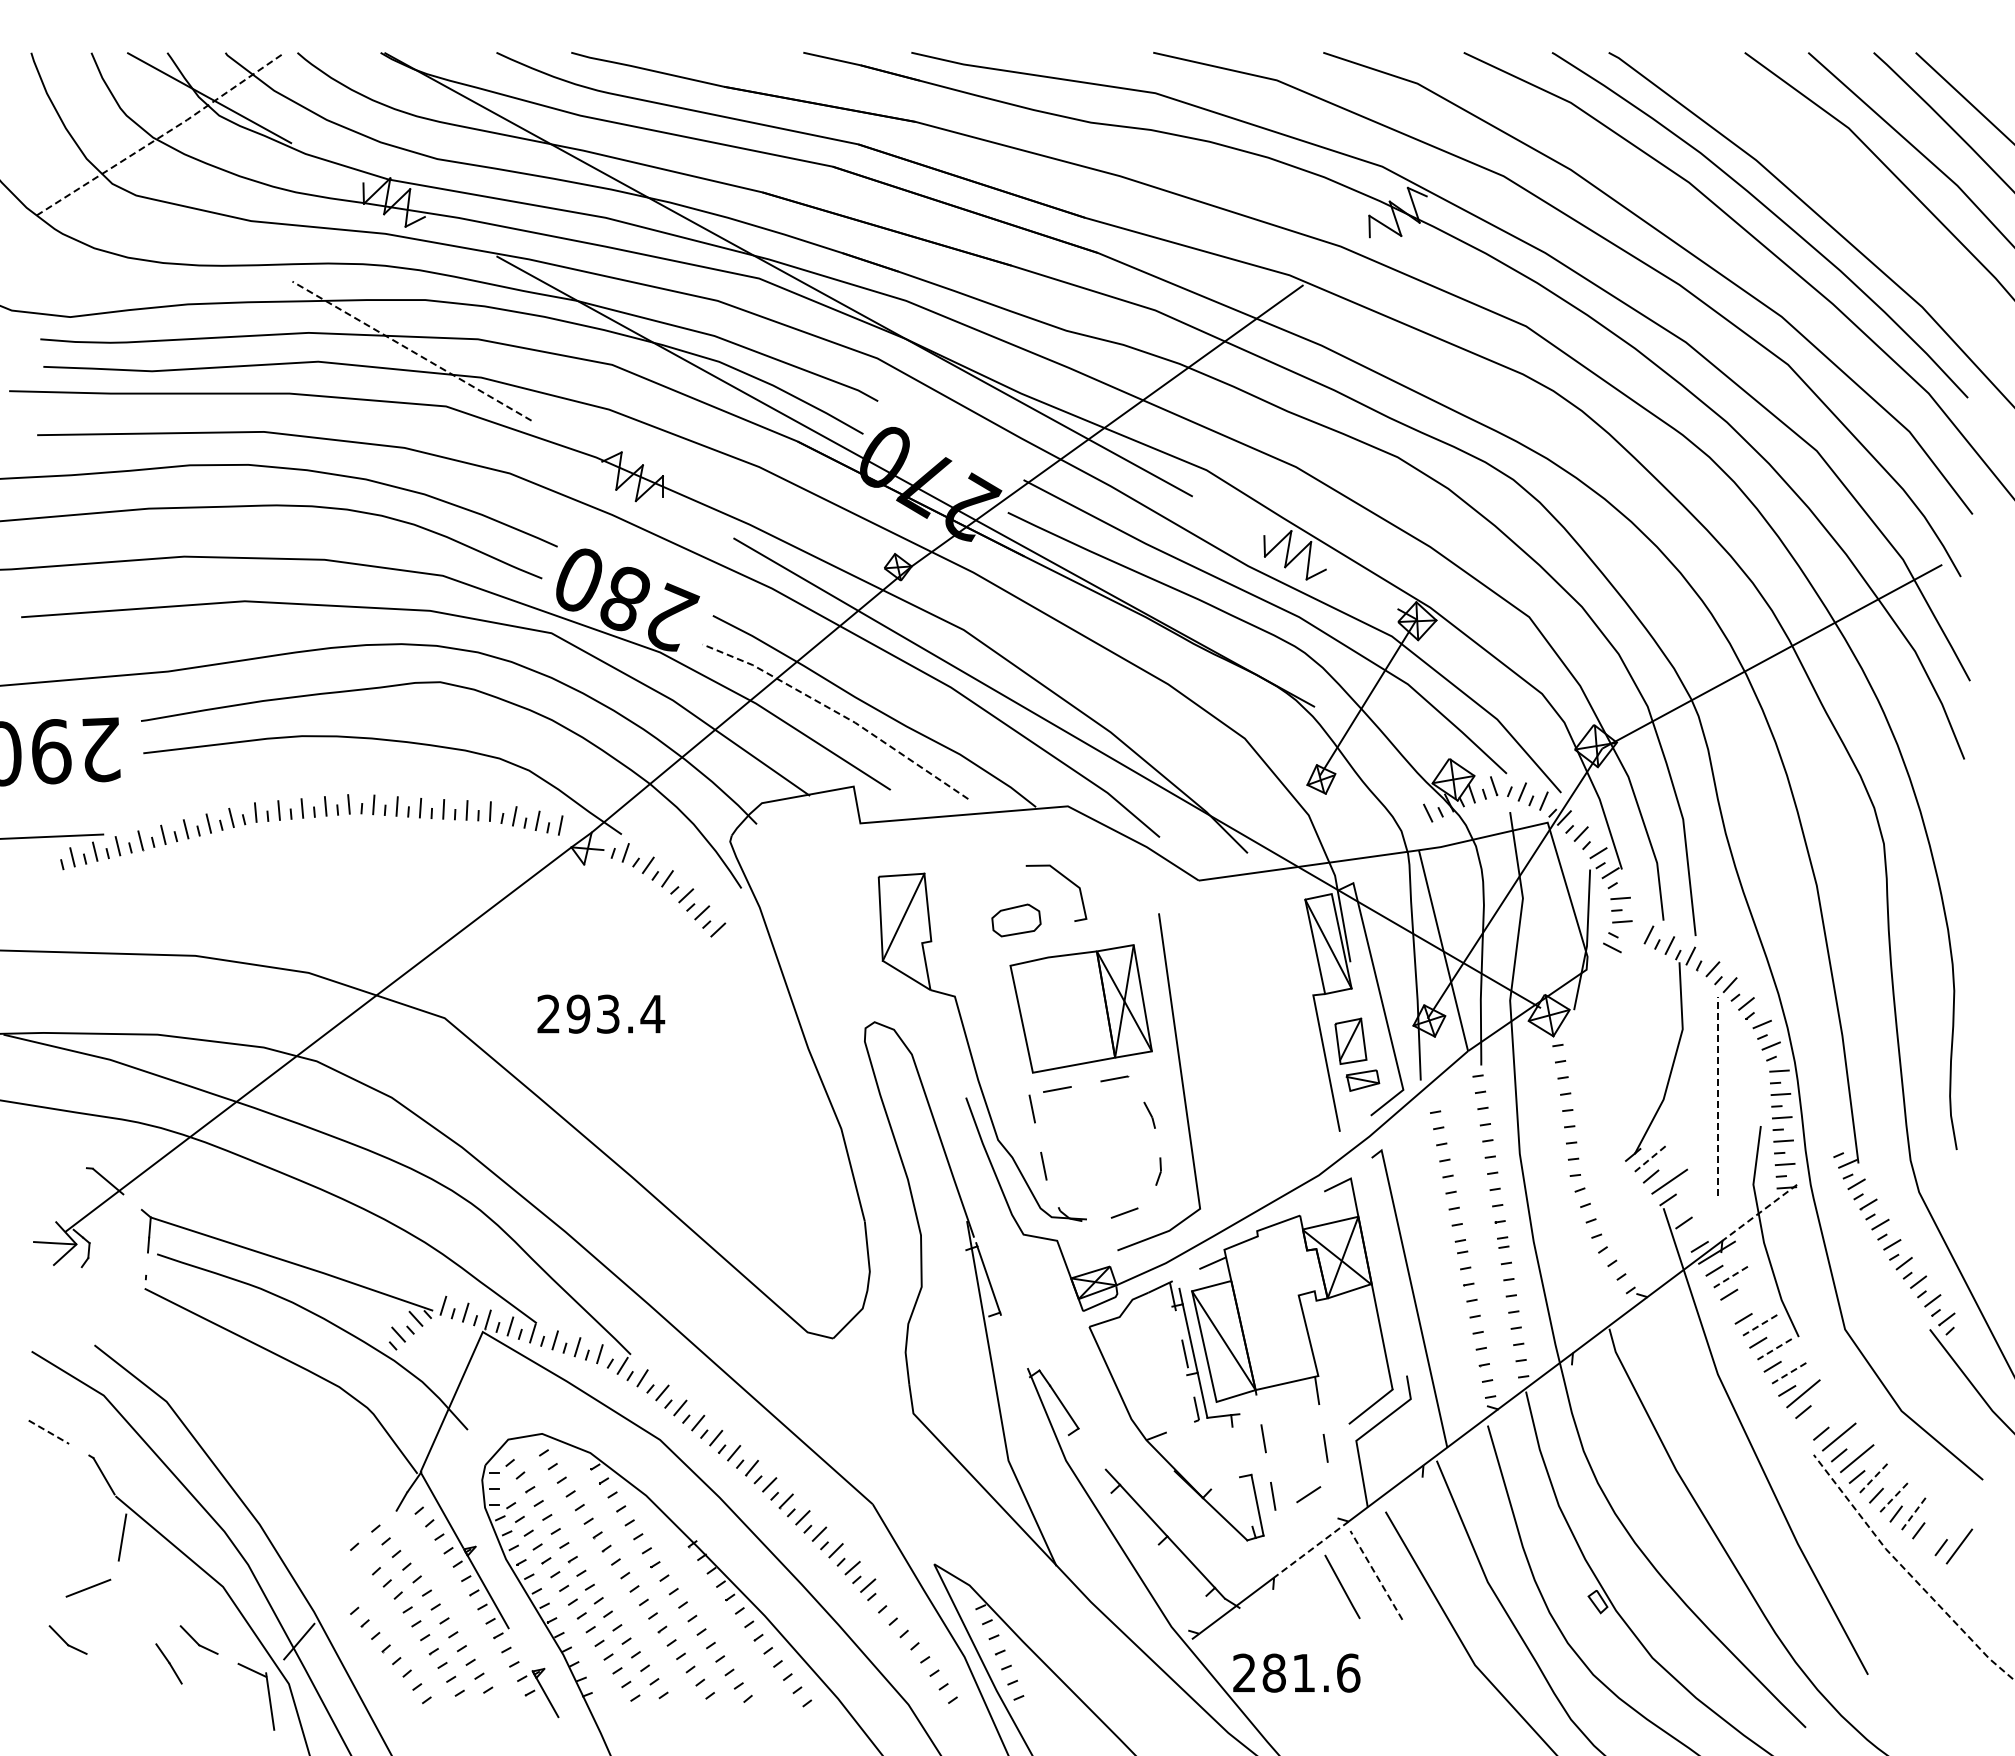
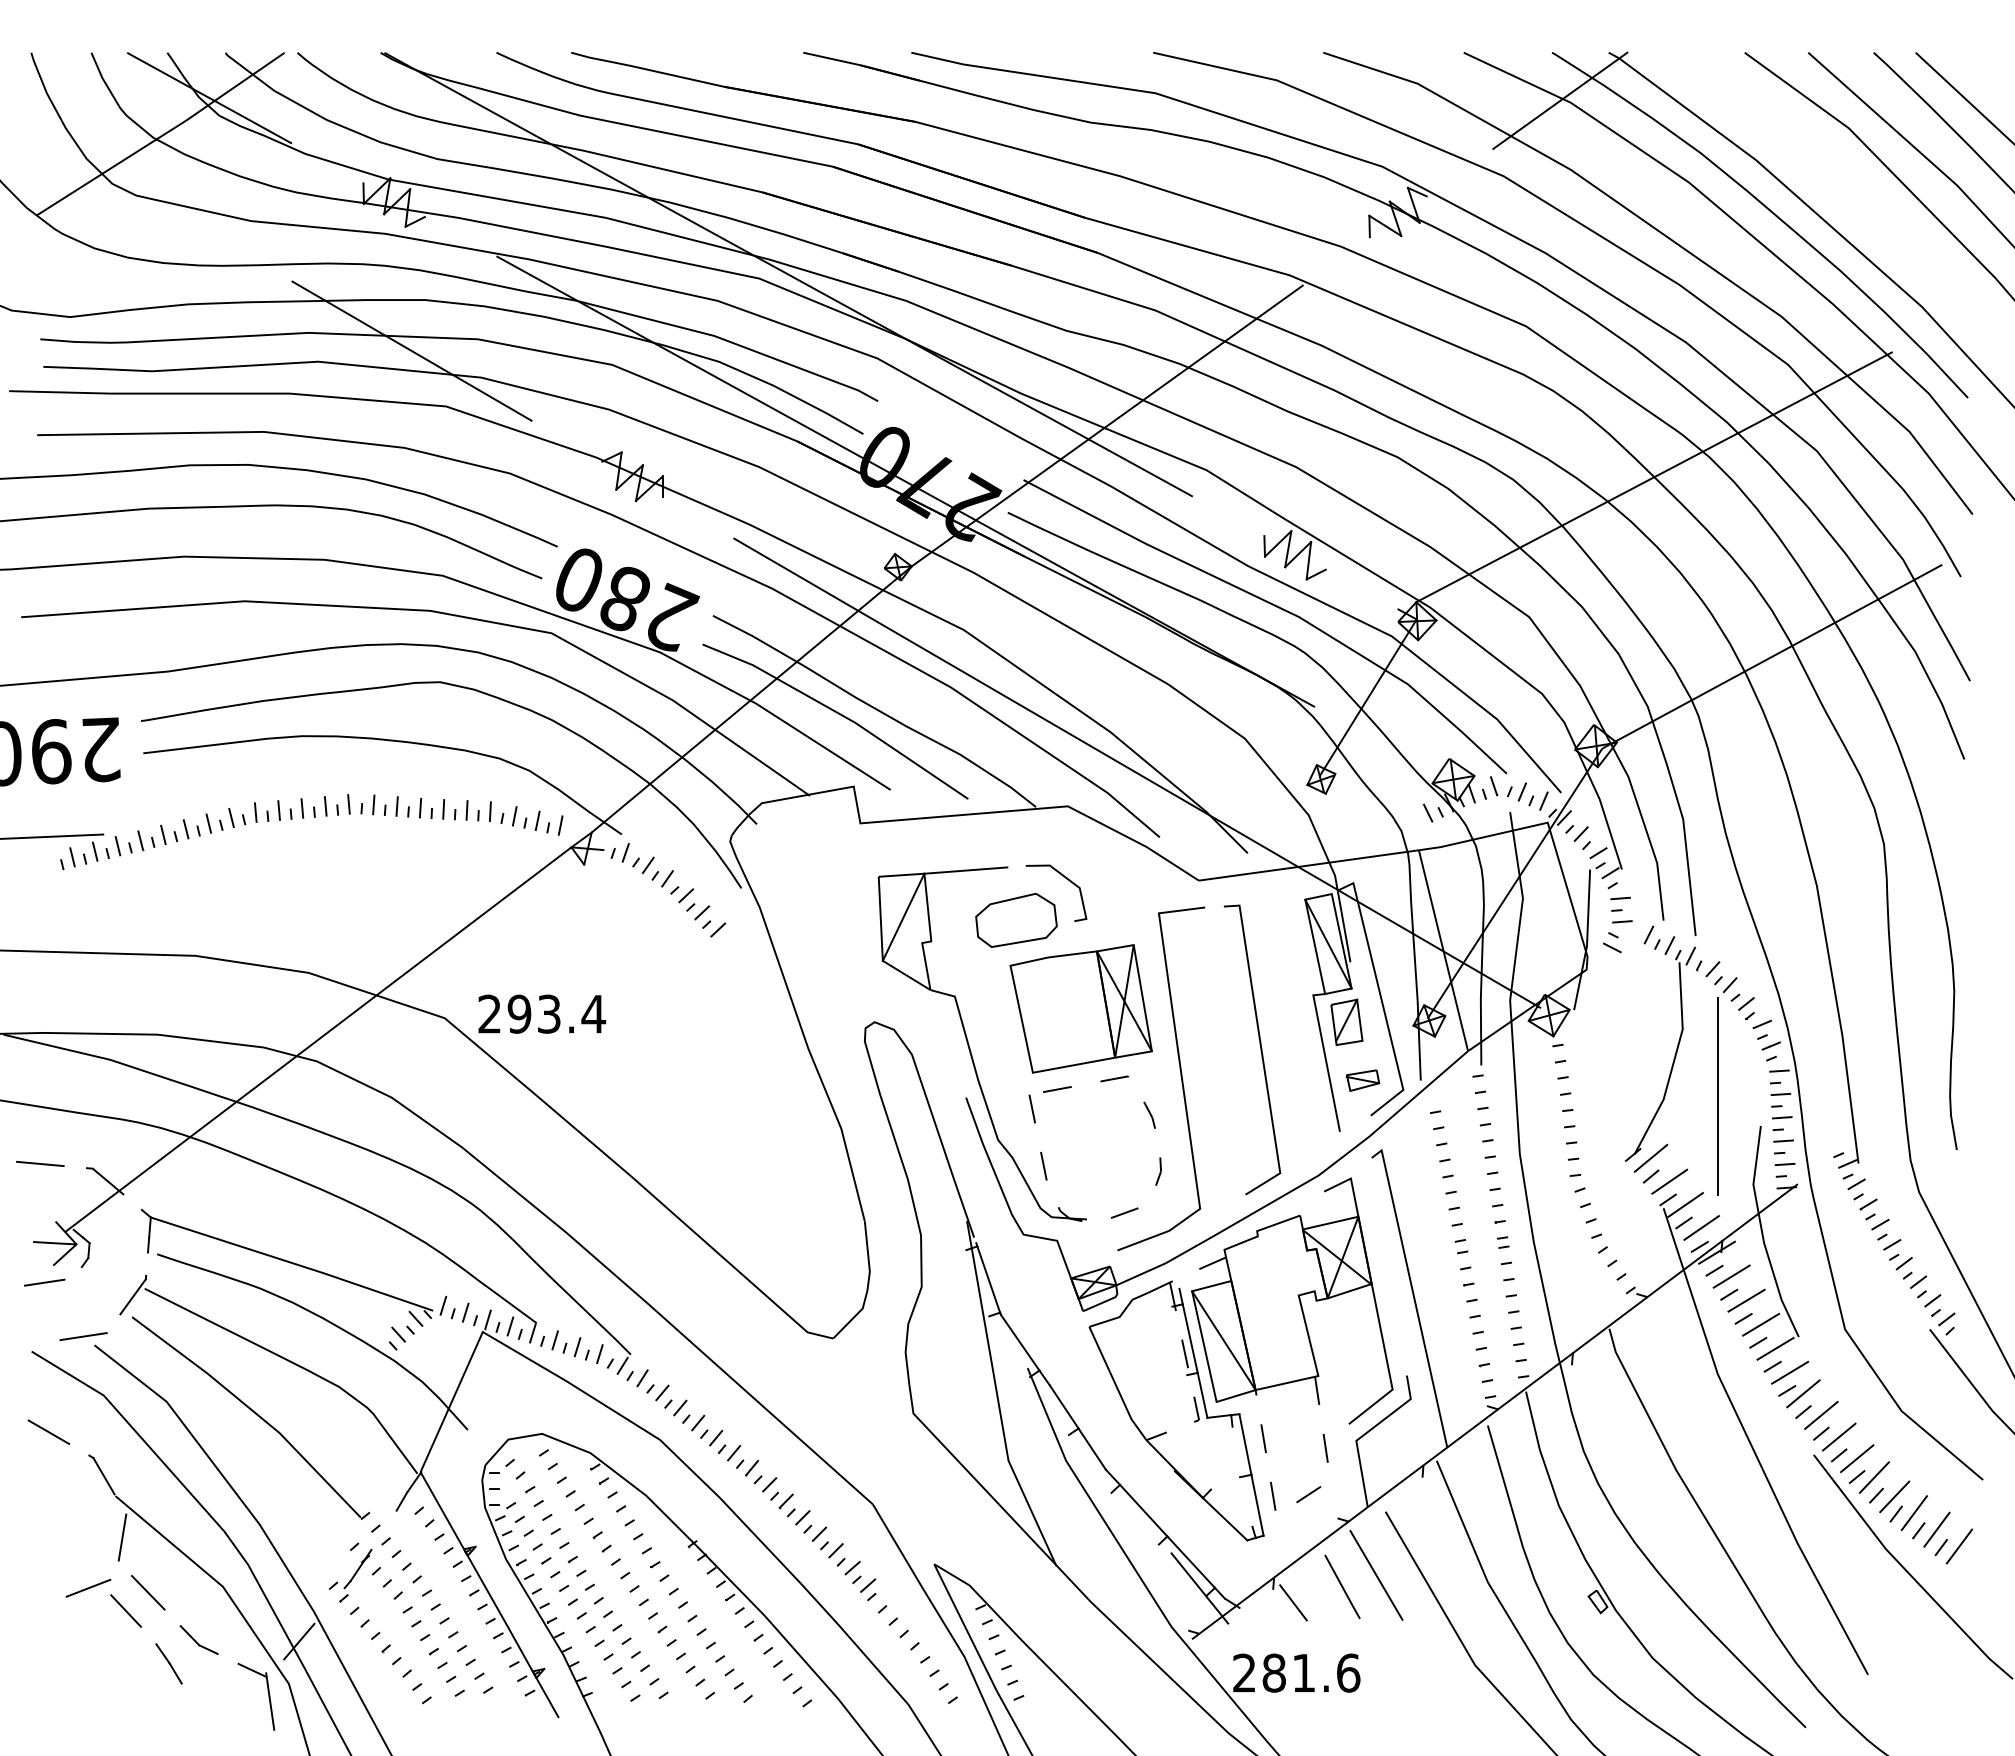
line at (1560, 100): none -> present
line at (162, 135): dashed -> solid
line at (411, 350): dashed -> solid
line at (1653, 477): none -> present
line at (839, 713): dashed -> solid
line at (965, 870): none -> present
line at (1181, 910): none -> present
part at (1016, 920) size: 51x35 px -> 83x55 px
text at (601, 1013) position: (601, 1013) -> (542, 1013)
part at (1350, 1040) position: (1350, 1040) -> (1346, 1021)
line at (1260, 1049): none -> present
line at (1717, 1095): dashed -> solid
line at (1651, 1158): dashed -> solid
line at (40, 1163): none -> present
line at (1685, 1204): none -> present
line at (1759, 1212): dashed -> solid
line at (1701, 1227): none -> present
line at (1732, 1276): dashed -> solid
line at (44, 1282): none -> present
line at (132, 1296): none -> present
line at (1746, 1300): none -> present
line at (1761, 1324): dashed -> solid
line at (83, 1336): none -> present
line at (1019, 1342): none -> present
line at (1775, 1348): dashed -> solid
line at (1790, 1372): dashed -> solid
line at (1821, 1414): none -> present
part at (250, 1417): none -> present
line at (49, 1432): dashed -> solid
line at (1245, 1444): none -> present
line at (1091, 1448): none -> present
line at (1874, 1477): dashed -> solid
line at (1895, 1496): dashed -> solid
line at (1914, 1512): dashed -> solid
line at (1936, 1529): none -> present
line at (1312, 1549): dashed -> solid
line at (1907, 1572): dashed -> solid
line at (1376, 1574): dashed -> solid
part at (350, 1575): none -> present
line at (1199, 1588): none -> present
line at (147, 1592): none -> present
line at (1293, 1602): none -> present
line at (125, 1610): none -> present
part at (67, 1639): present -> none
line at (520, 1649): none -> present
